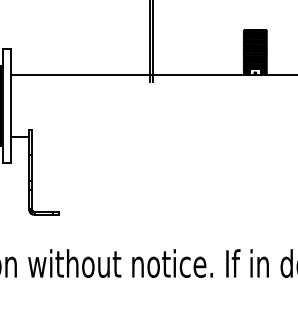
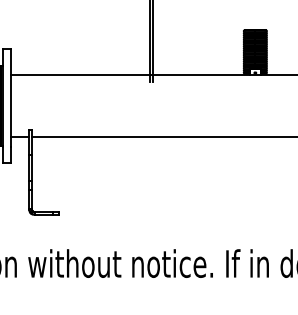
line at (162, 137): none -> present
